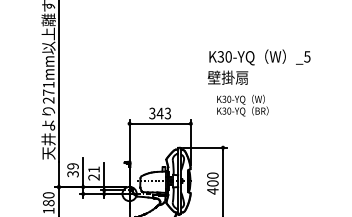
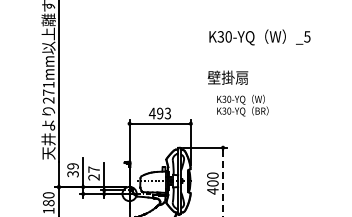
text at (259, 57) position: (259, 57) -> (259, 37)
text at (155, 113): 343 -> 493
text at (93, 169): 21 -> 27
line at (223, 183): solid -> dashed
